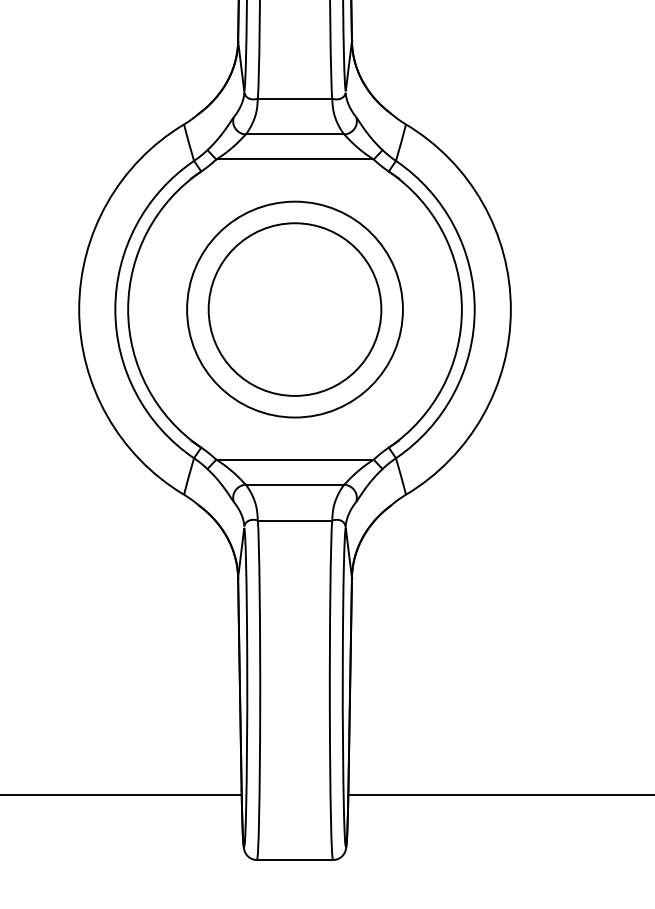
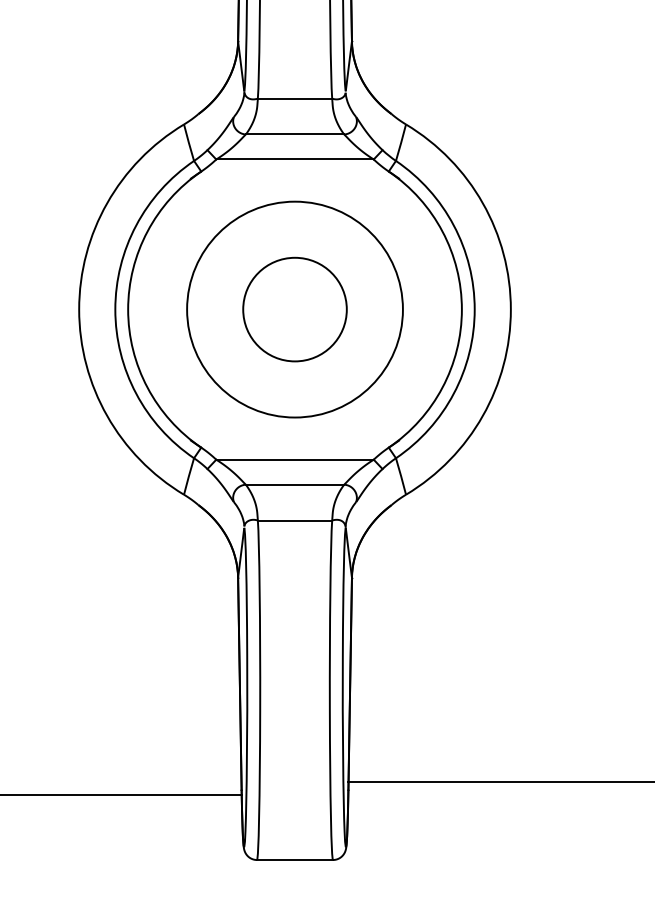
circle at (294, 309) diameter: 173 px -> 104 px
line at (499, 795) position: (499, 795) -> (499, 782)
